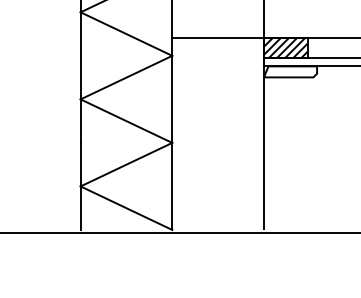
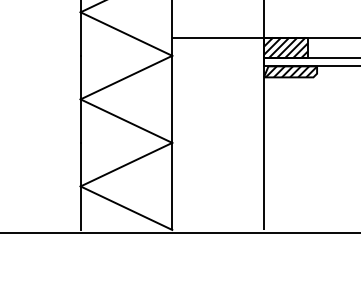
hatch at (291, 71): none -> present
